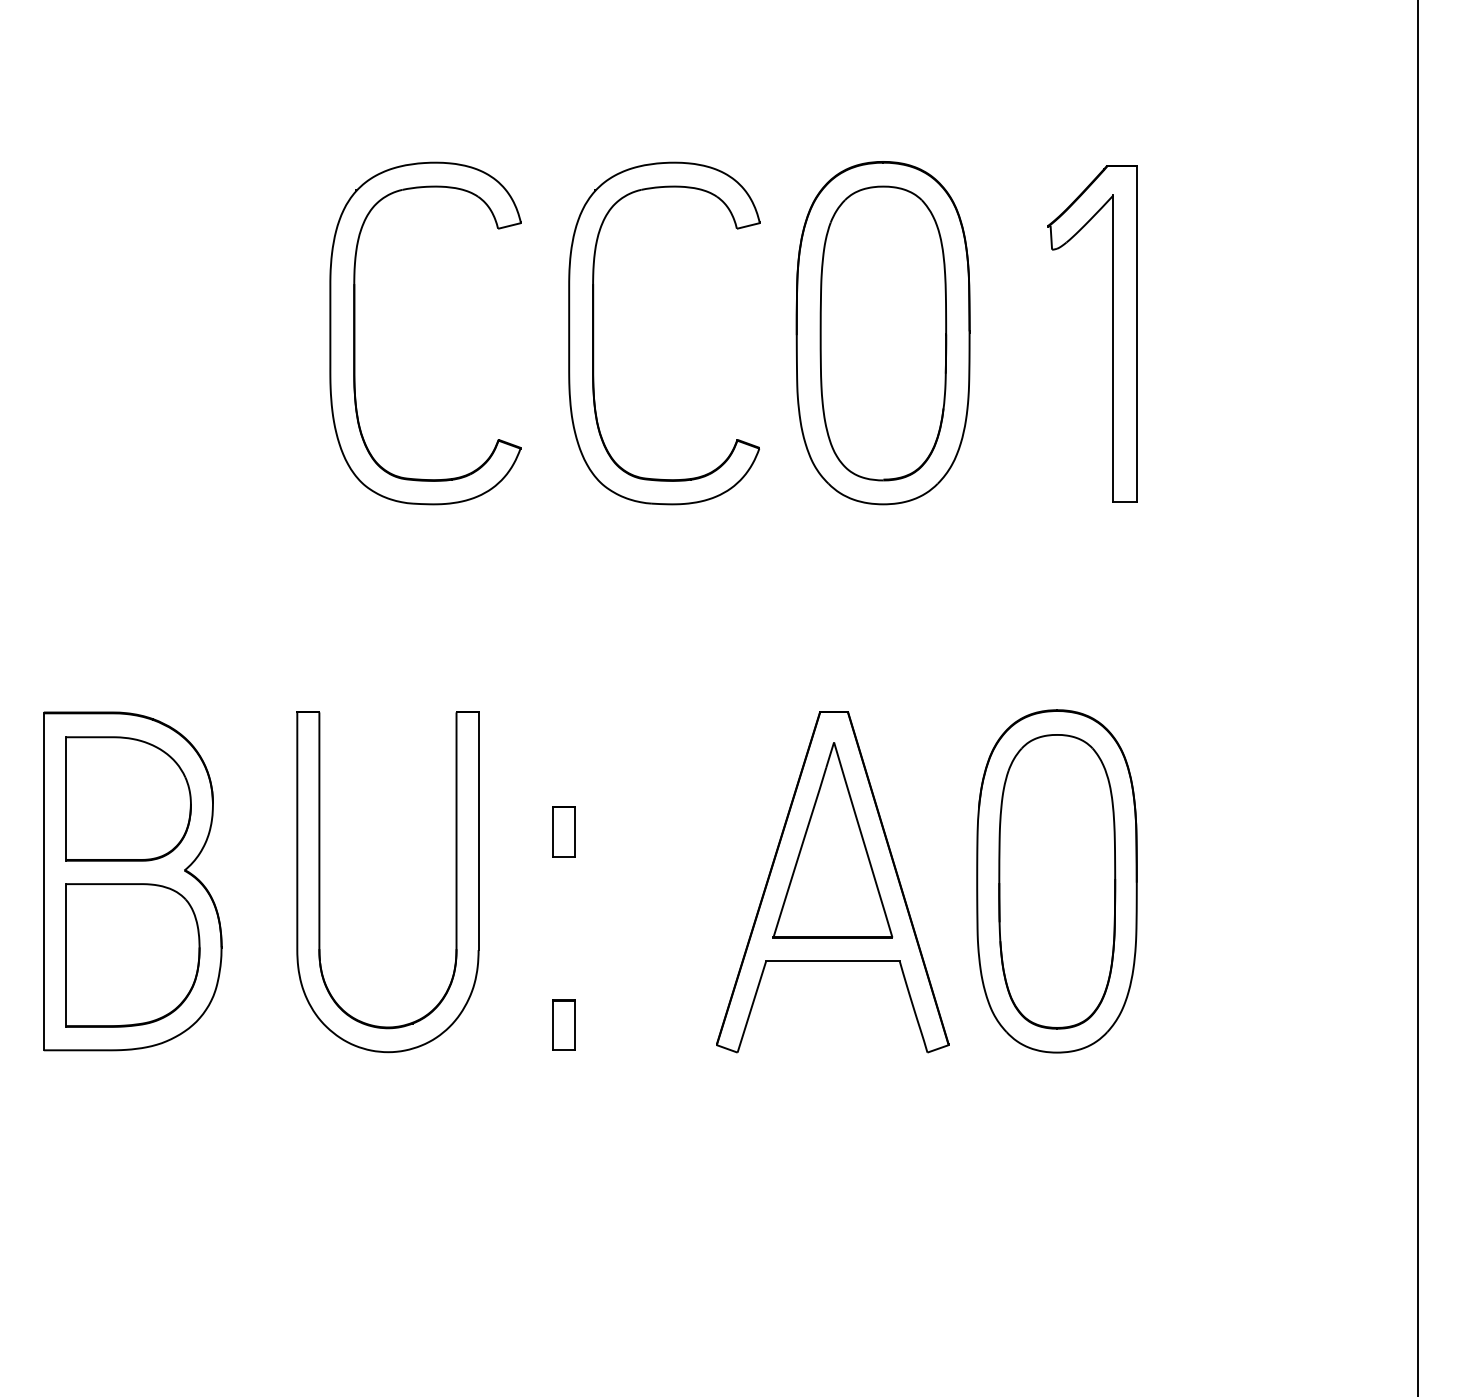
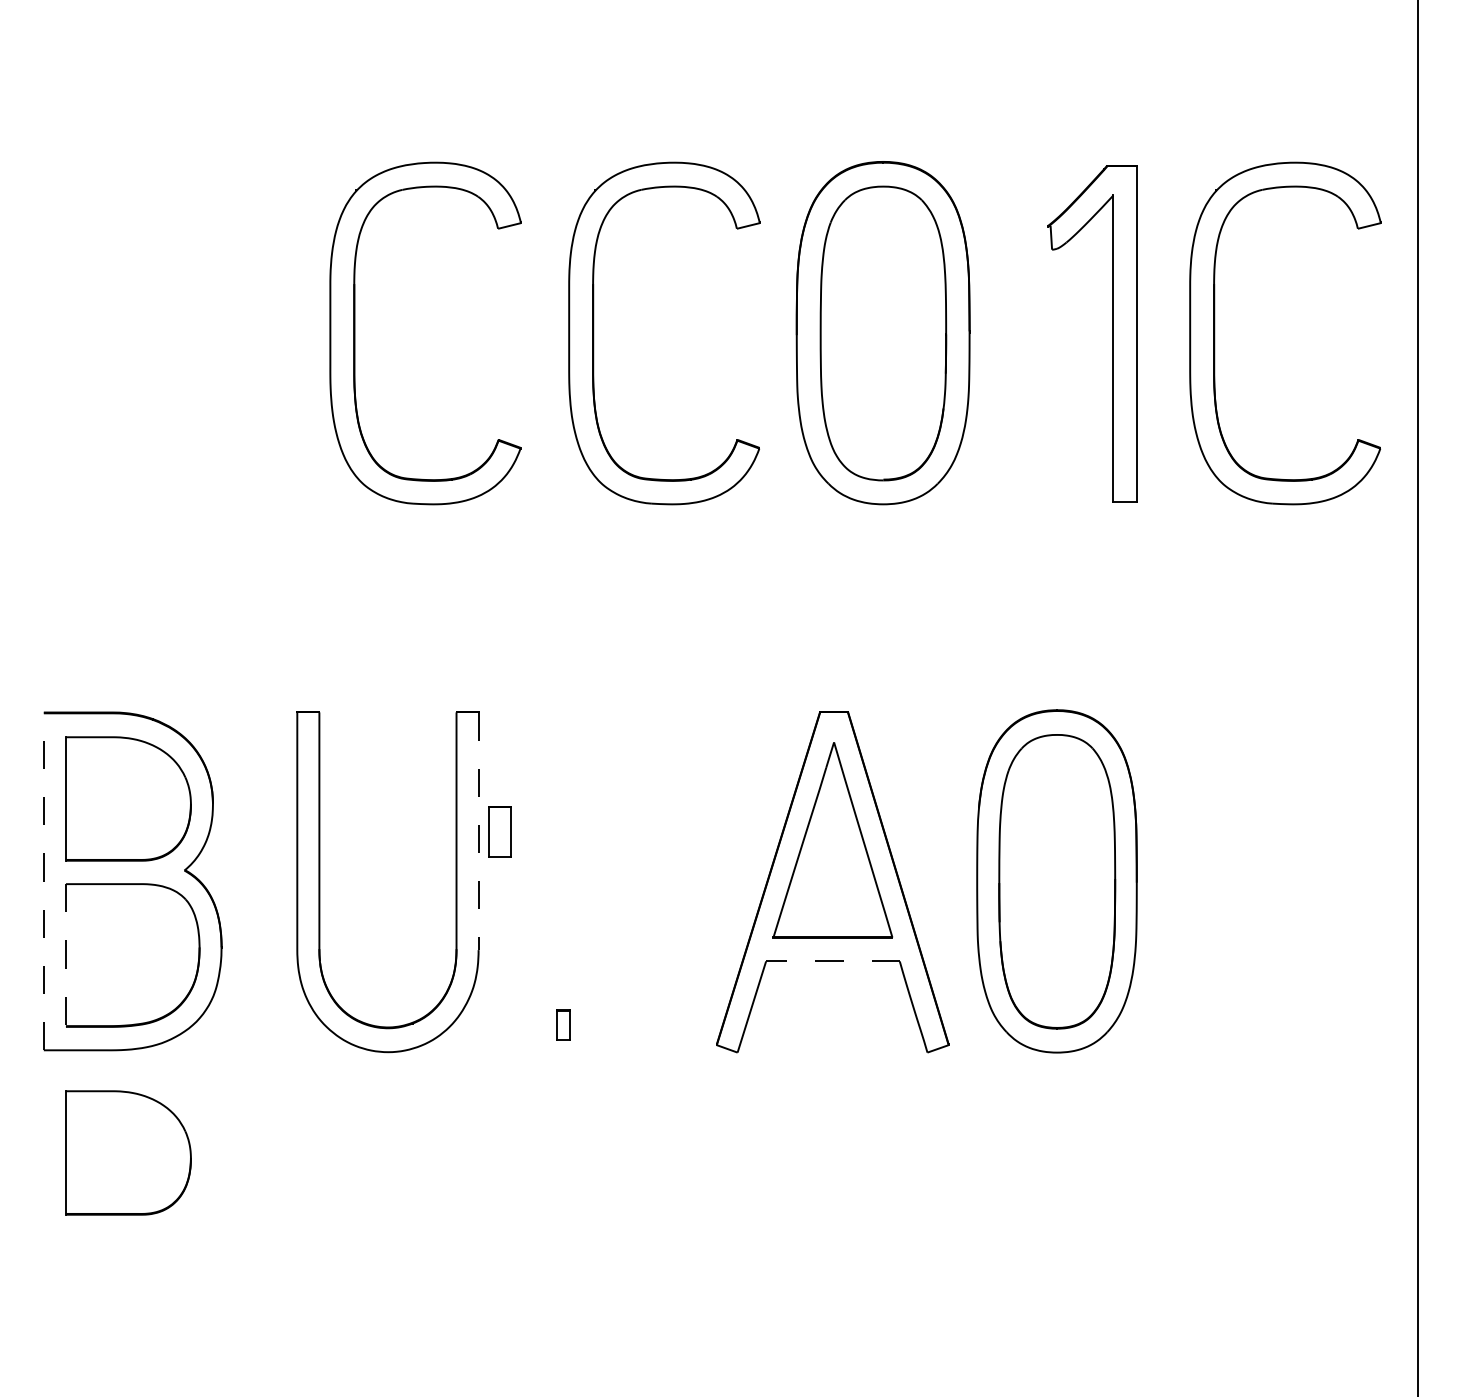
part at (1215, 333): none -> present
line at (478, 831): solid -> dashed
part at (563, 831) position: (563, 831) -> (499, 831)
line at (43, 881): solid -> dashed
line at (65, 956): solid -> dashed
line at (832, 961): solid -> dashed
part at (563, 1024) size: 24x52 px -> 15x32 px
part at (128, 1152): none -> present
